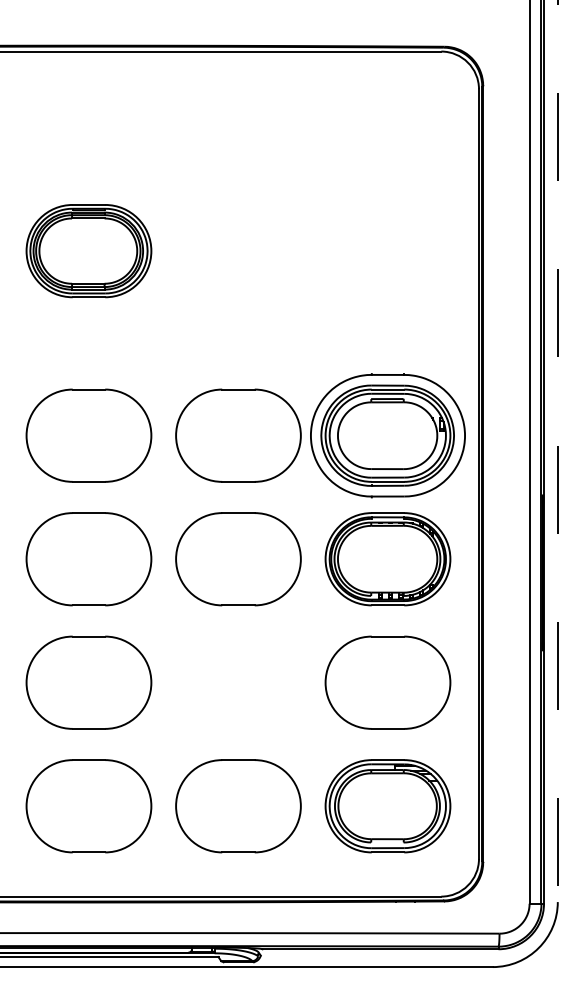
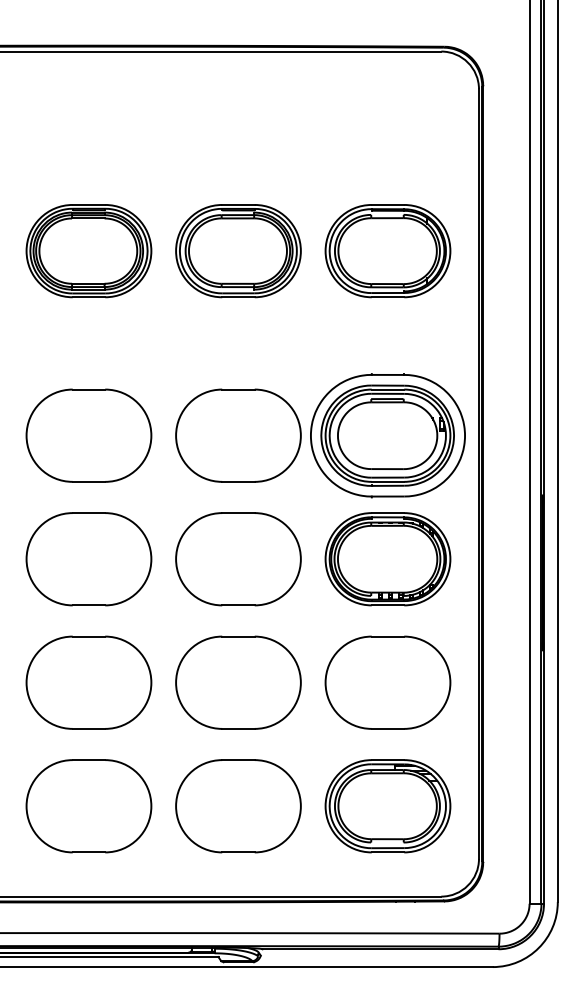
part at (238, 251): none -> present
part at (387, 251): none -> present
line at (557, 451): dashed -> solid
part at (238, 682): none -> present
